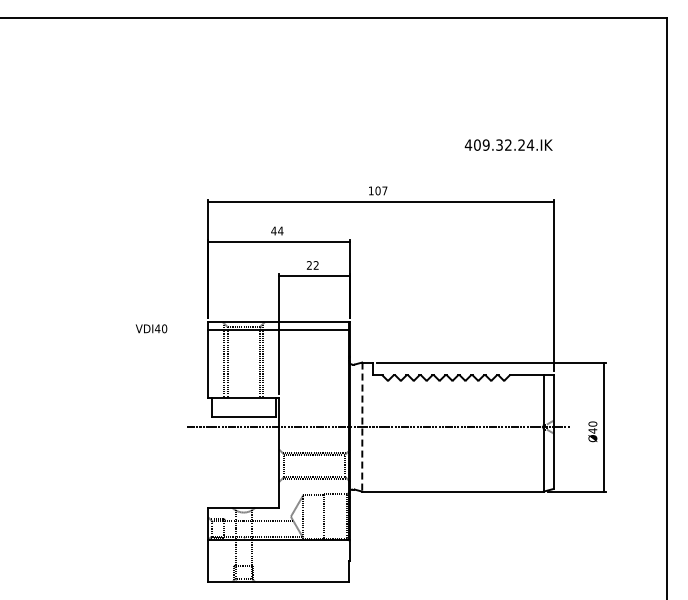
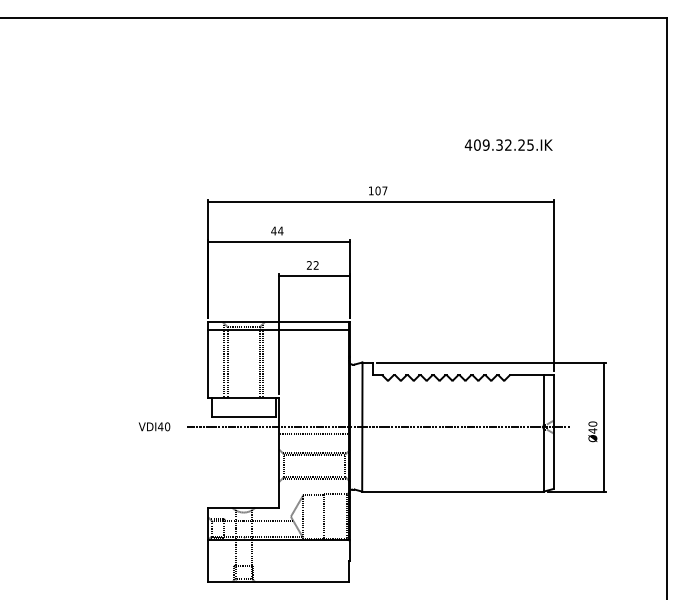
text at (530, 144): 409.32.24.IK -> 409.32.25.IK
text at (151, 328) position: (151, 328) -> (154, 426)
line at (362, 427): dashed -> solid
line at (314, 433): none -> present
